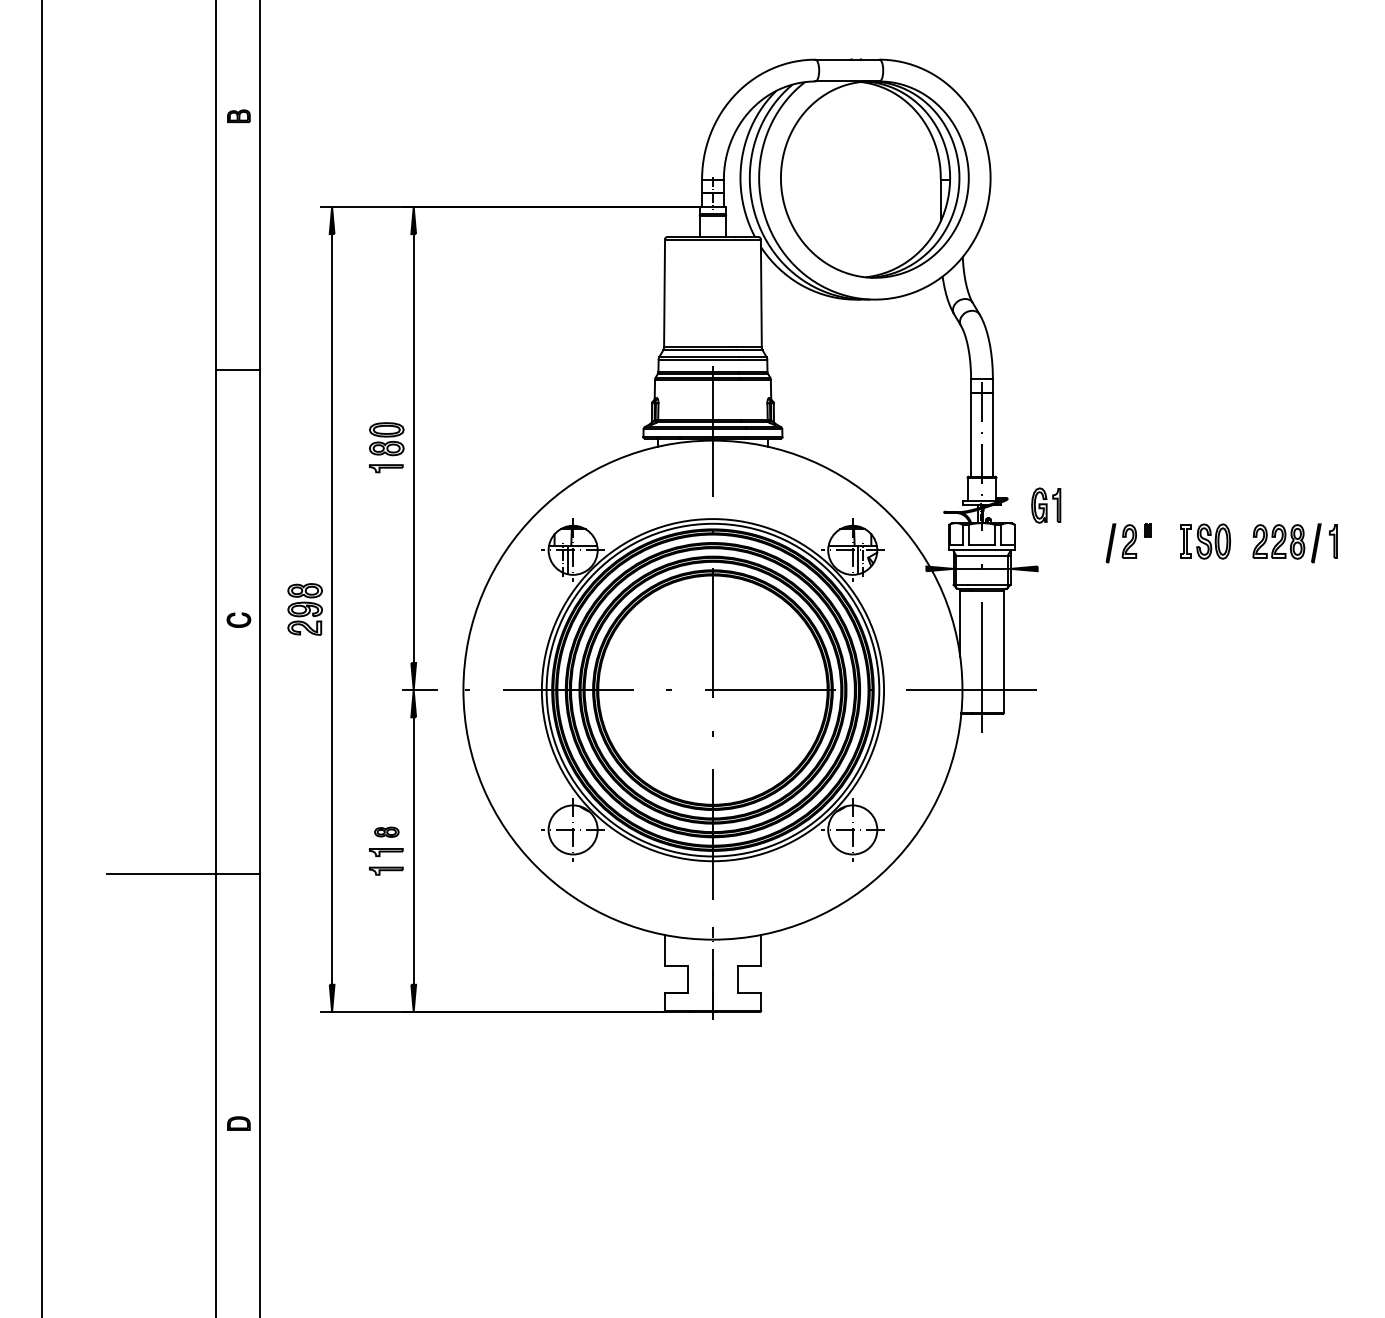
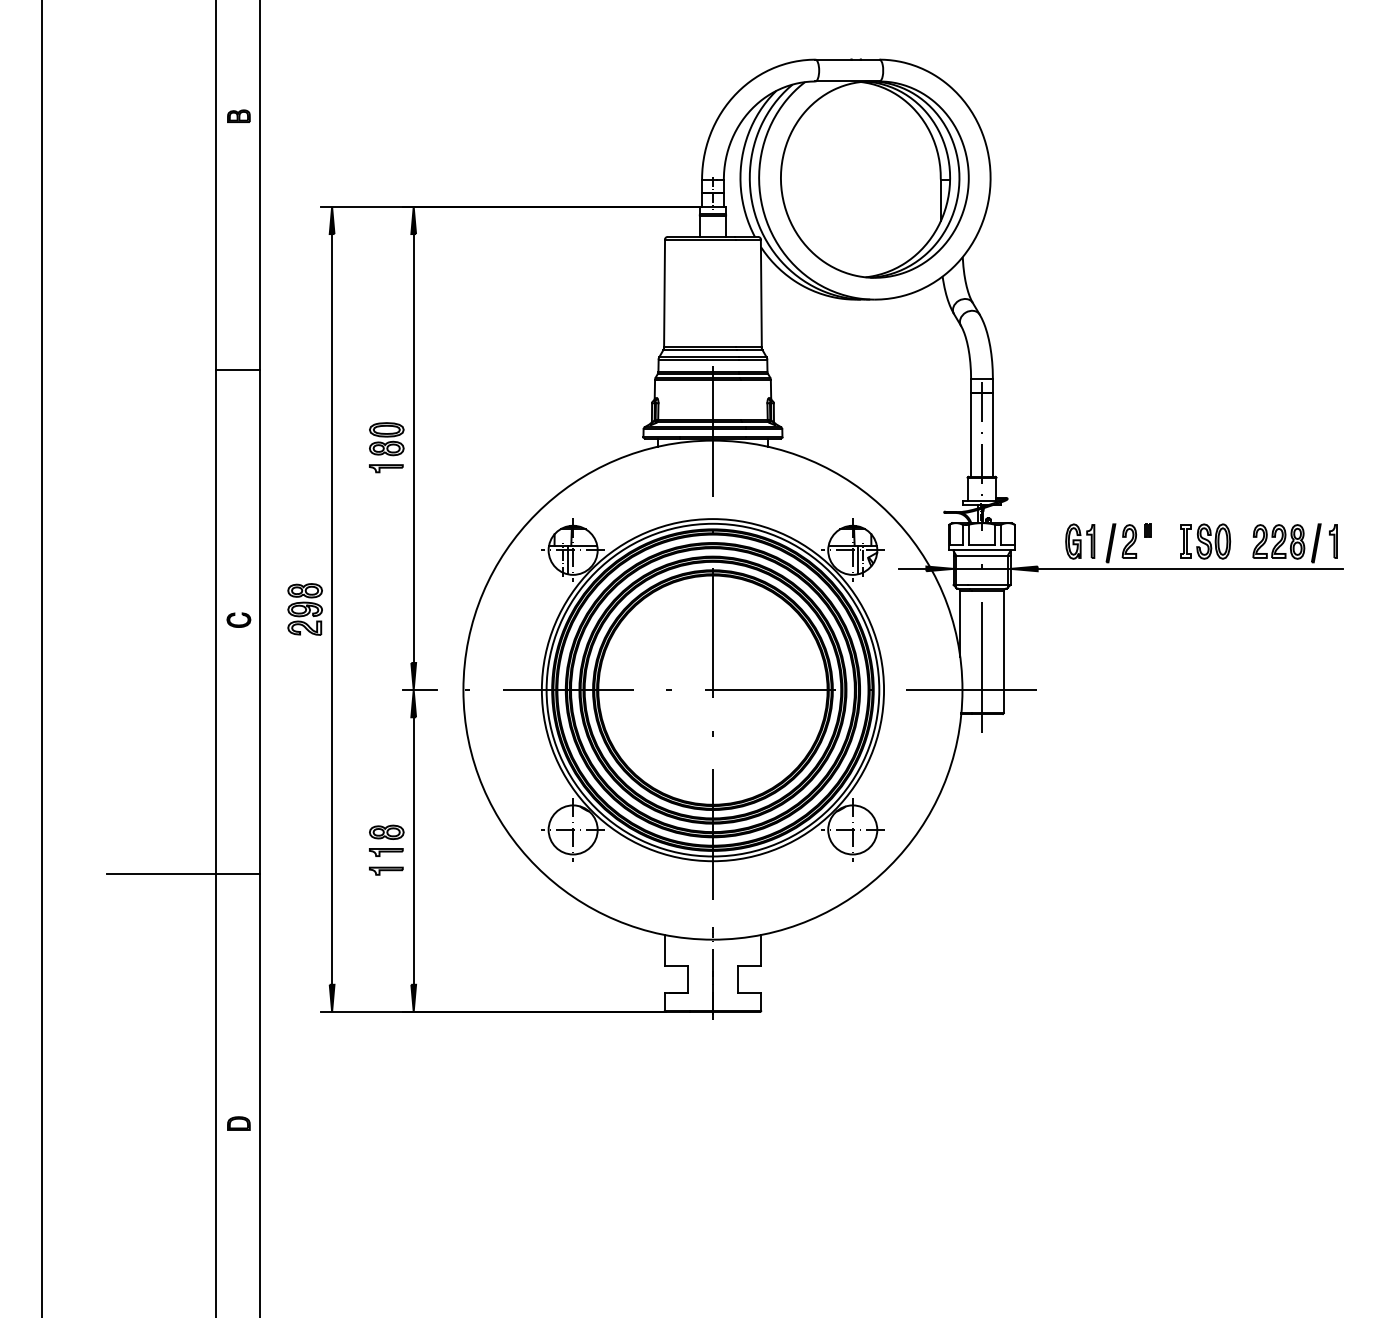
part at (1046, 505) position: (1046, 505) -> (1080, 541)
line at (912, 568): none -> present
line at (1190, 568): none -> present
part at (386, 831) size: 26x12 px -> 36x16 px
